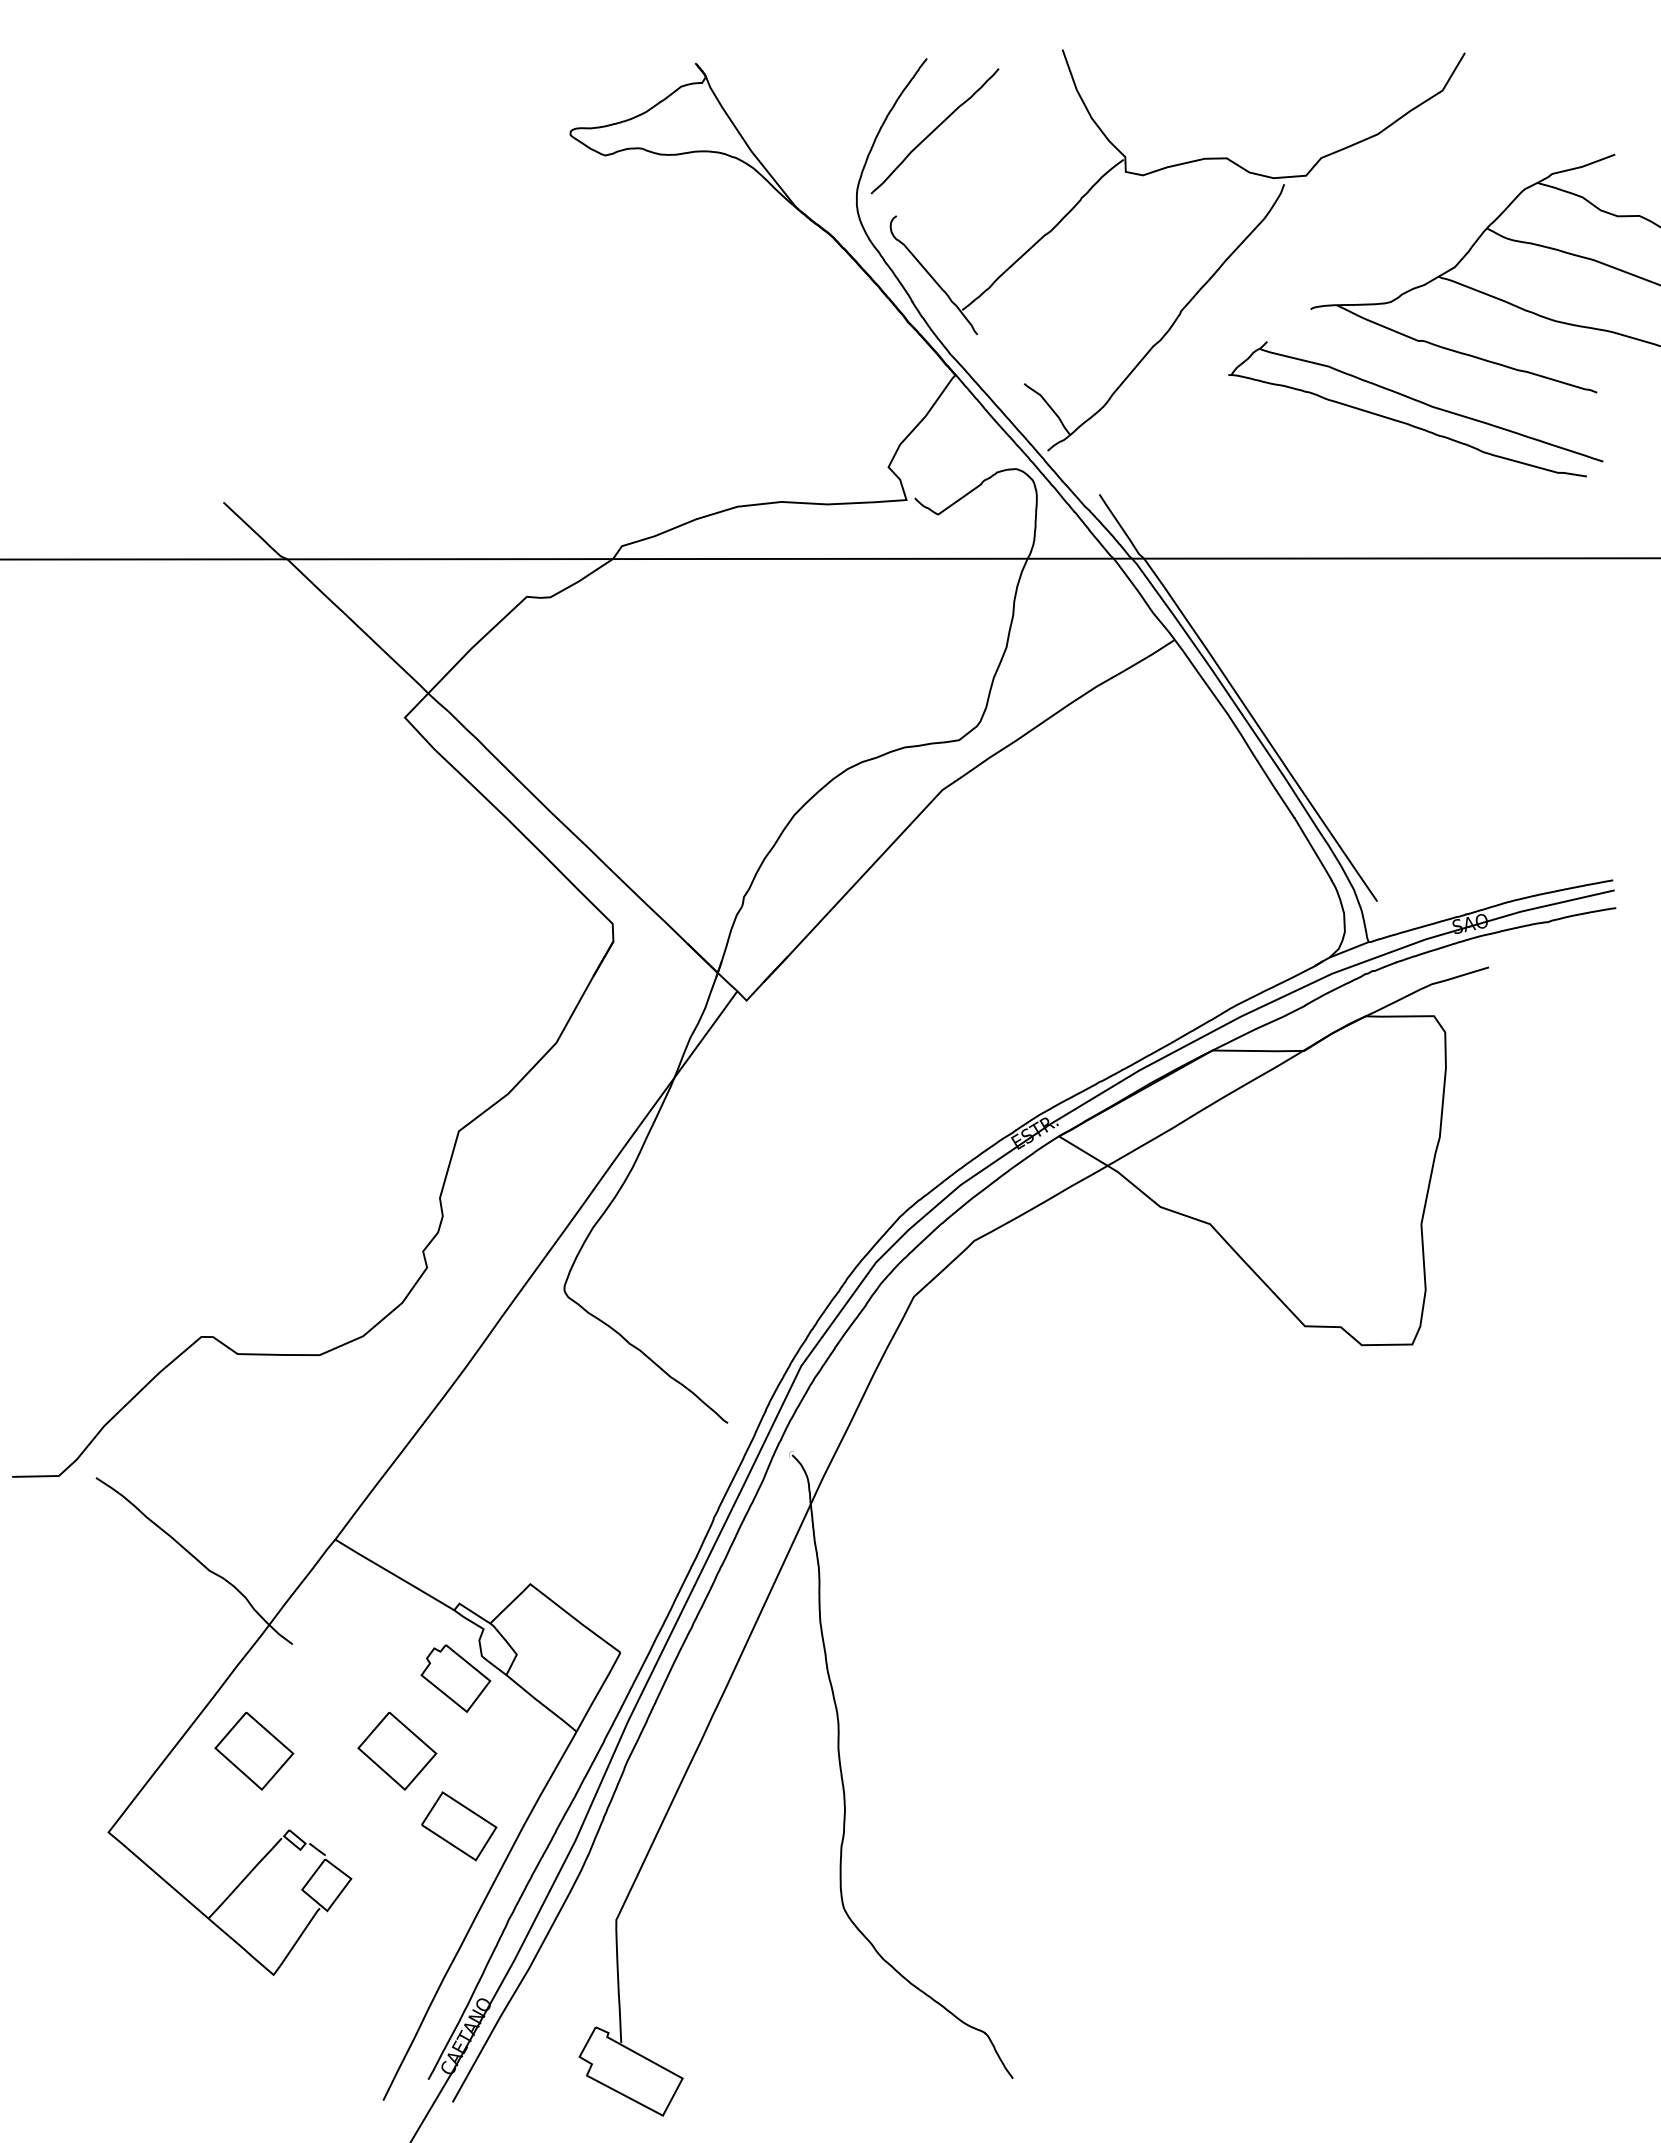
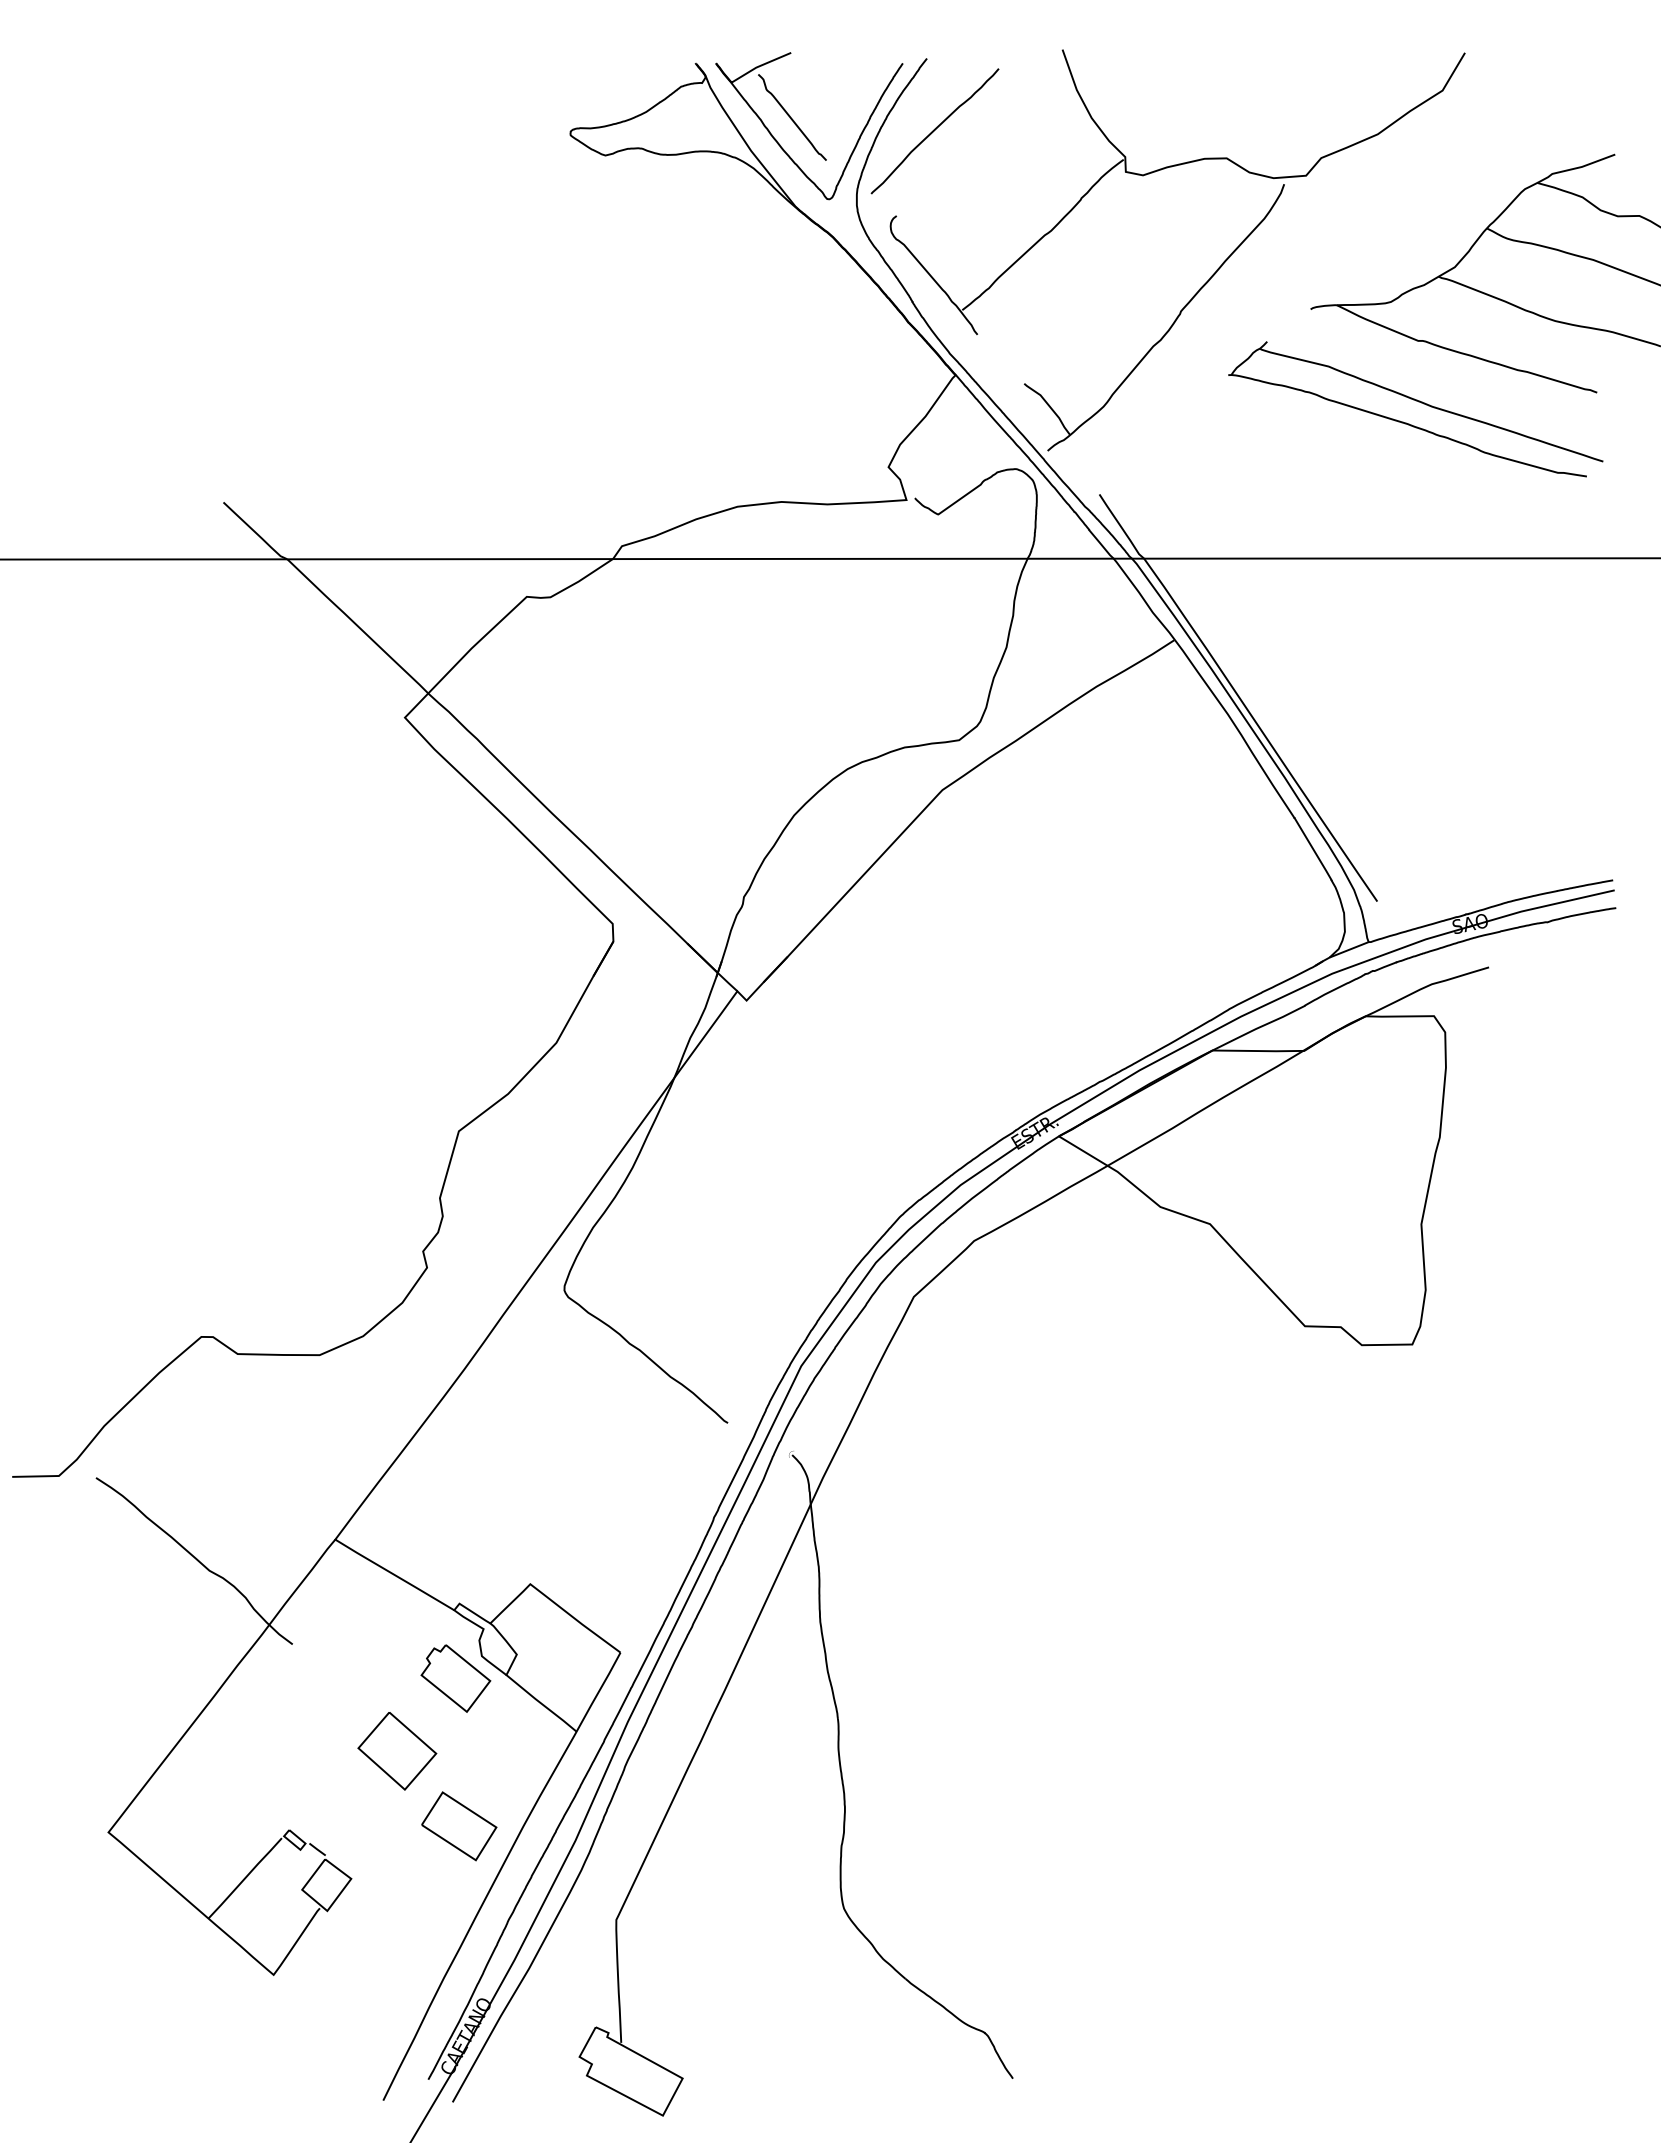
part at (802, 130): none -> present
part at (254, 1751): present -> none
